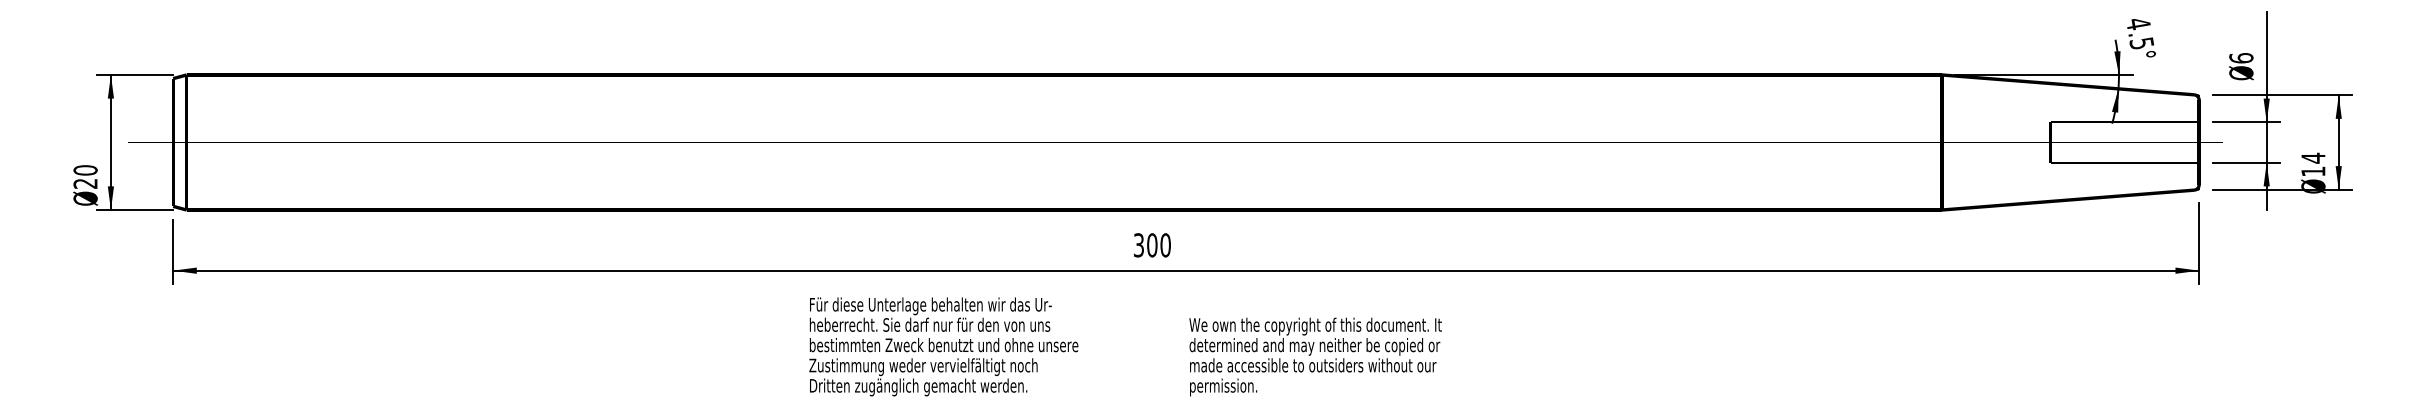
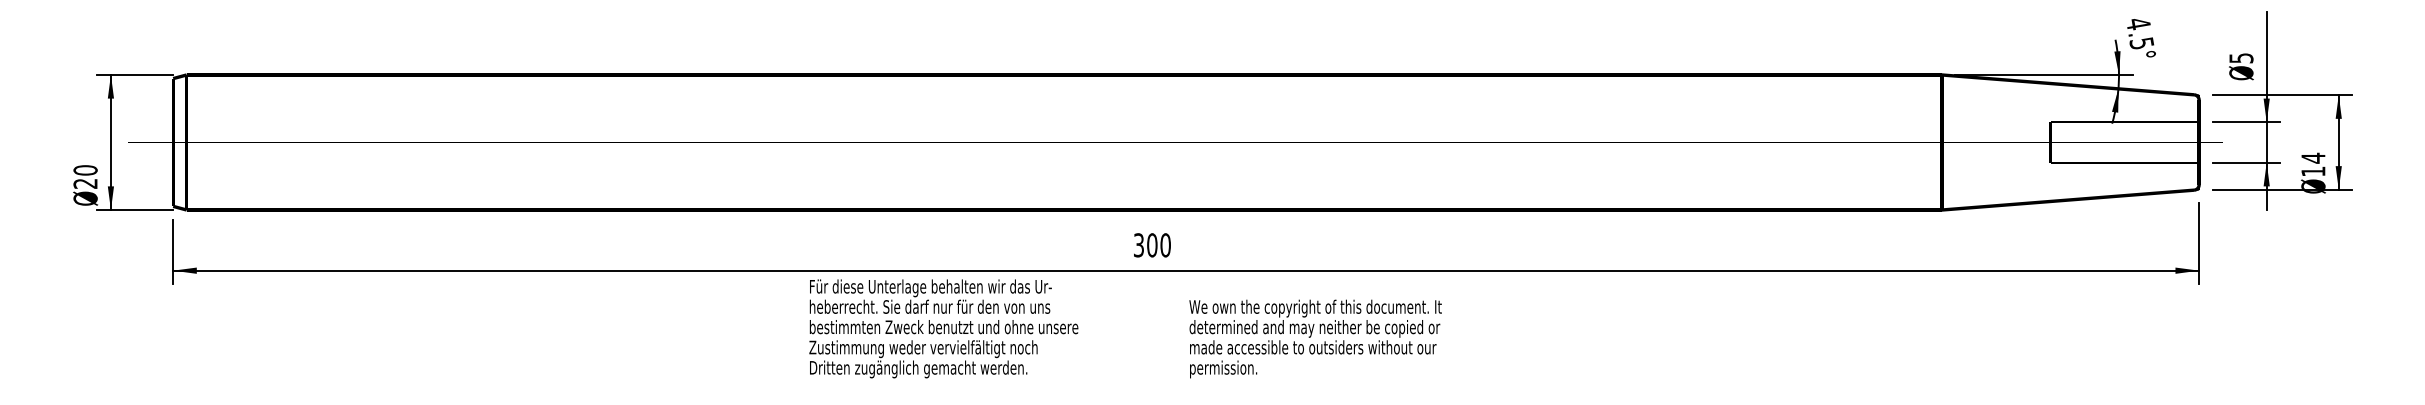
text at (2241, 58): 6 -> 5
text at (1125, 346) position: (1125, 346) -> (1125, 328)
